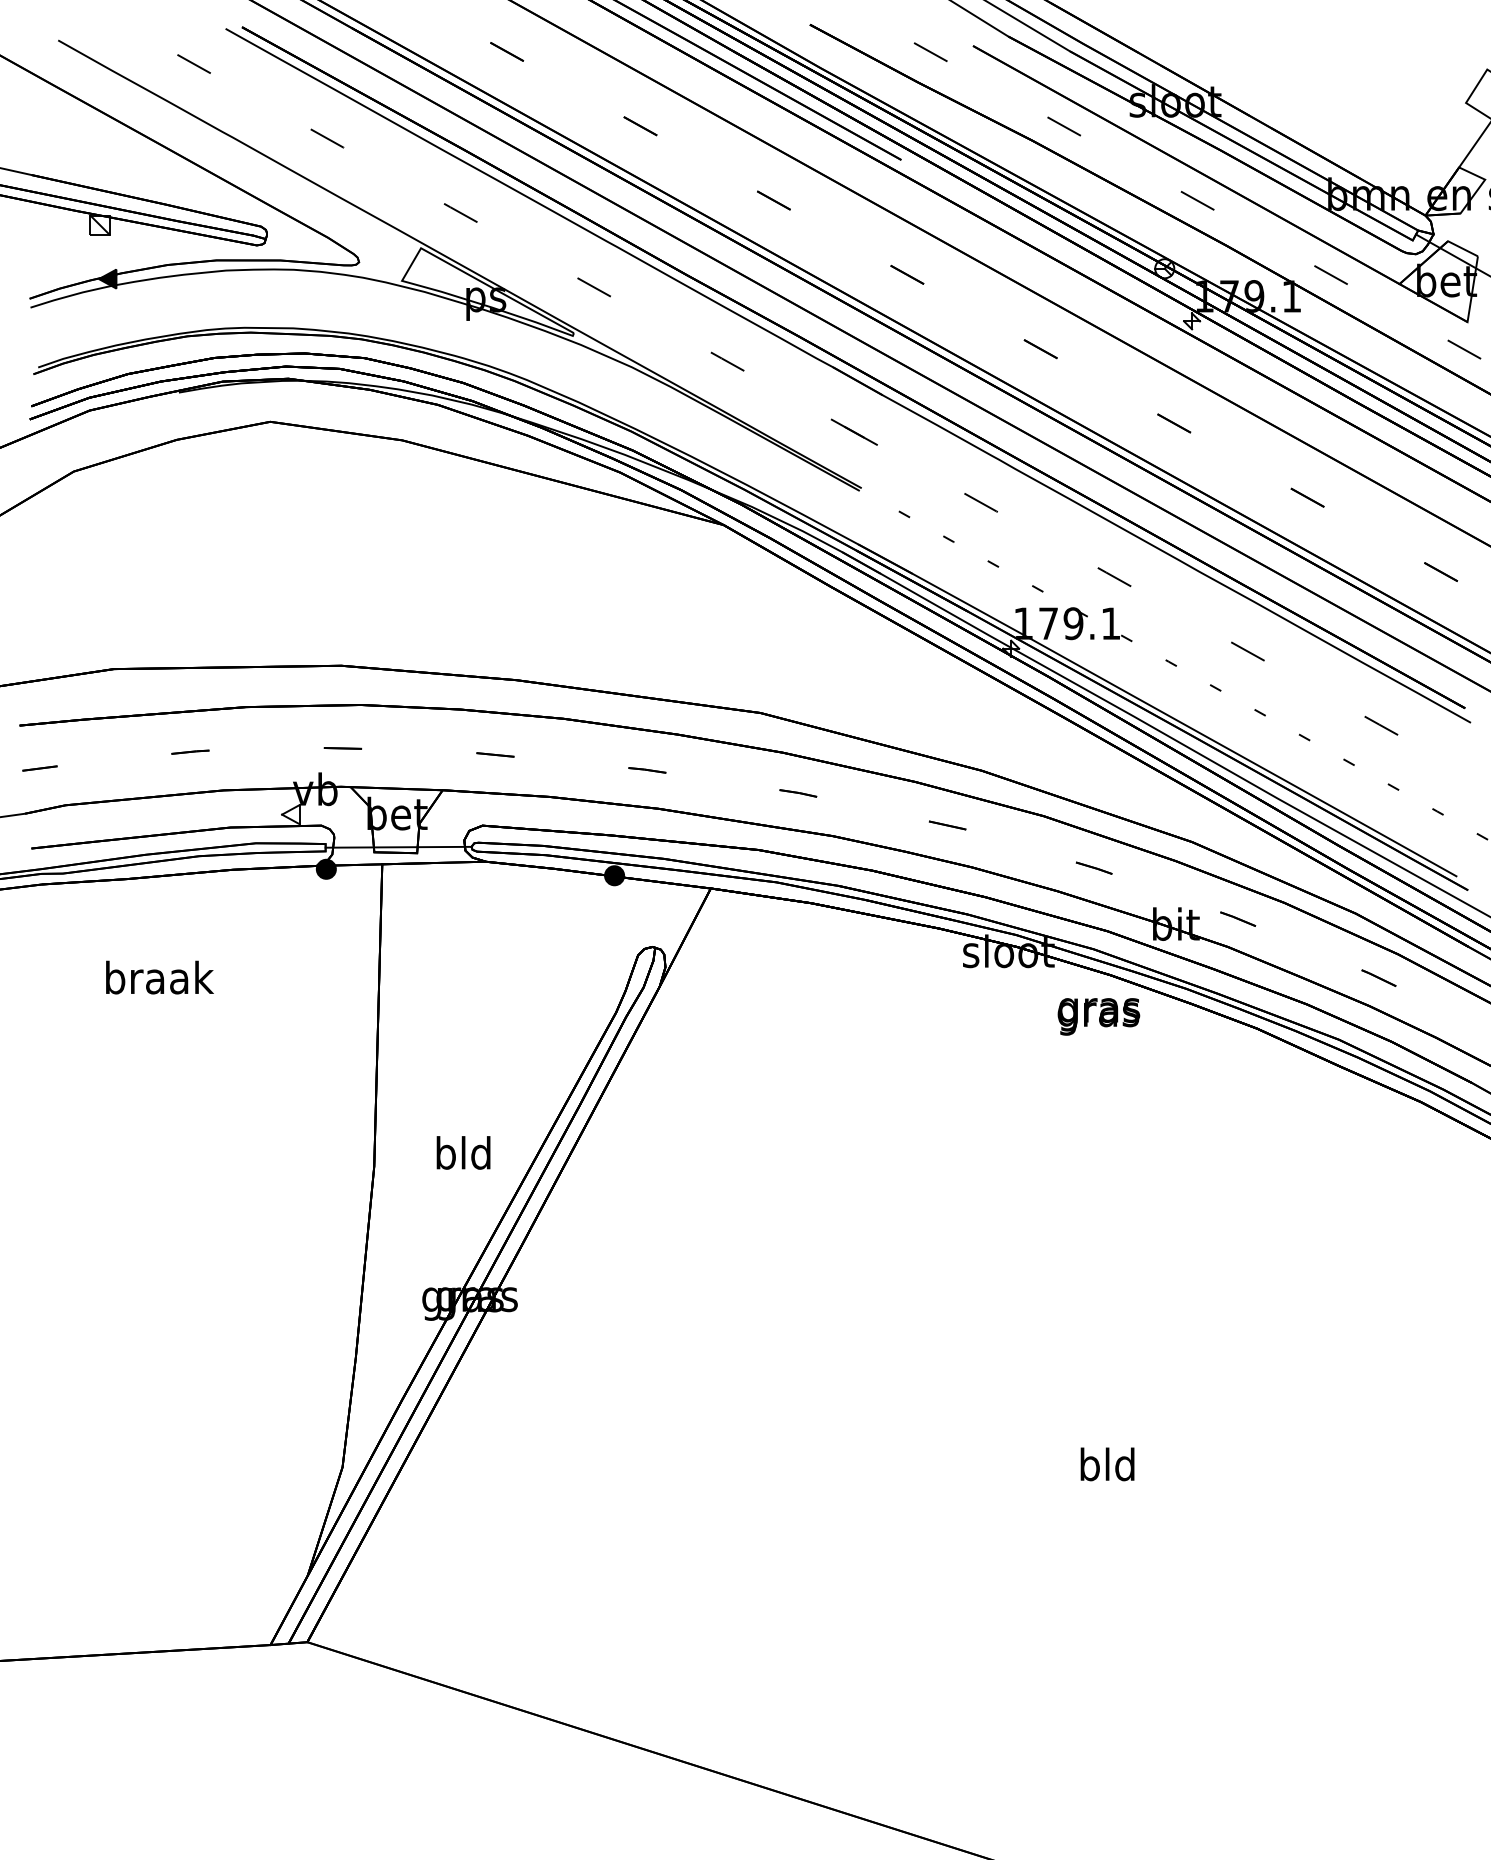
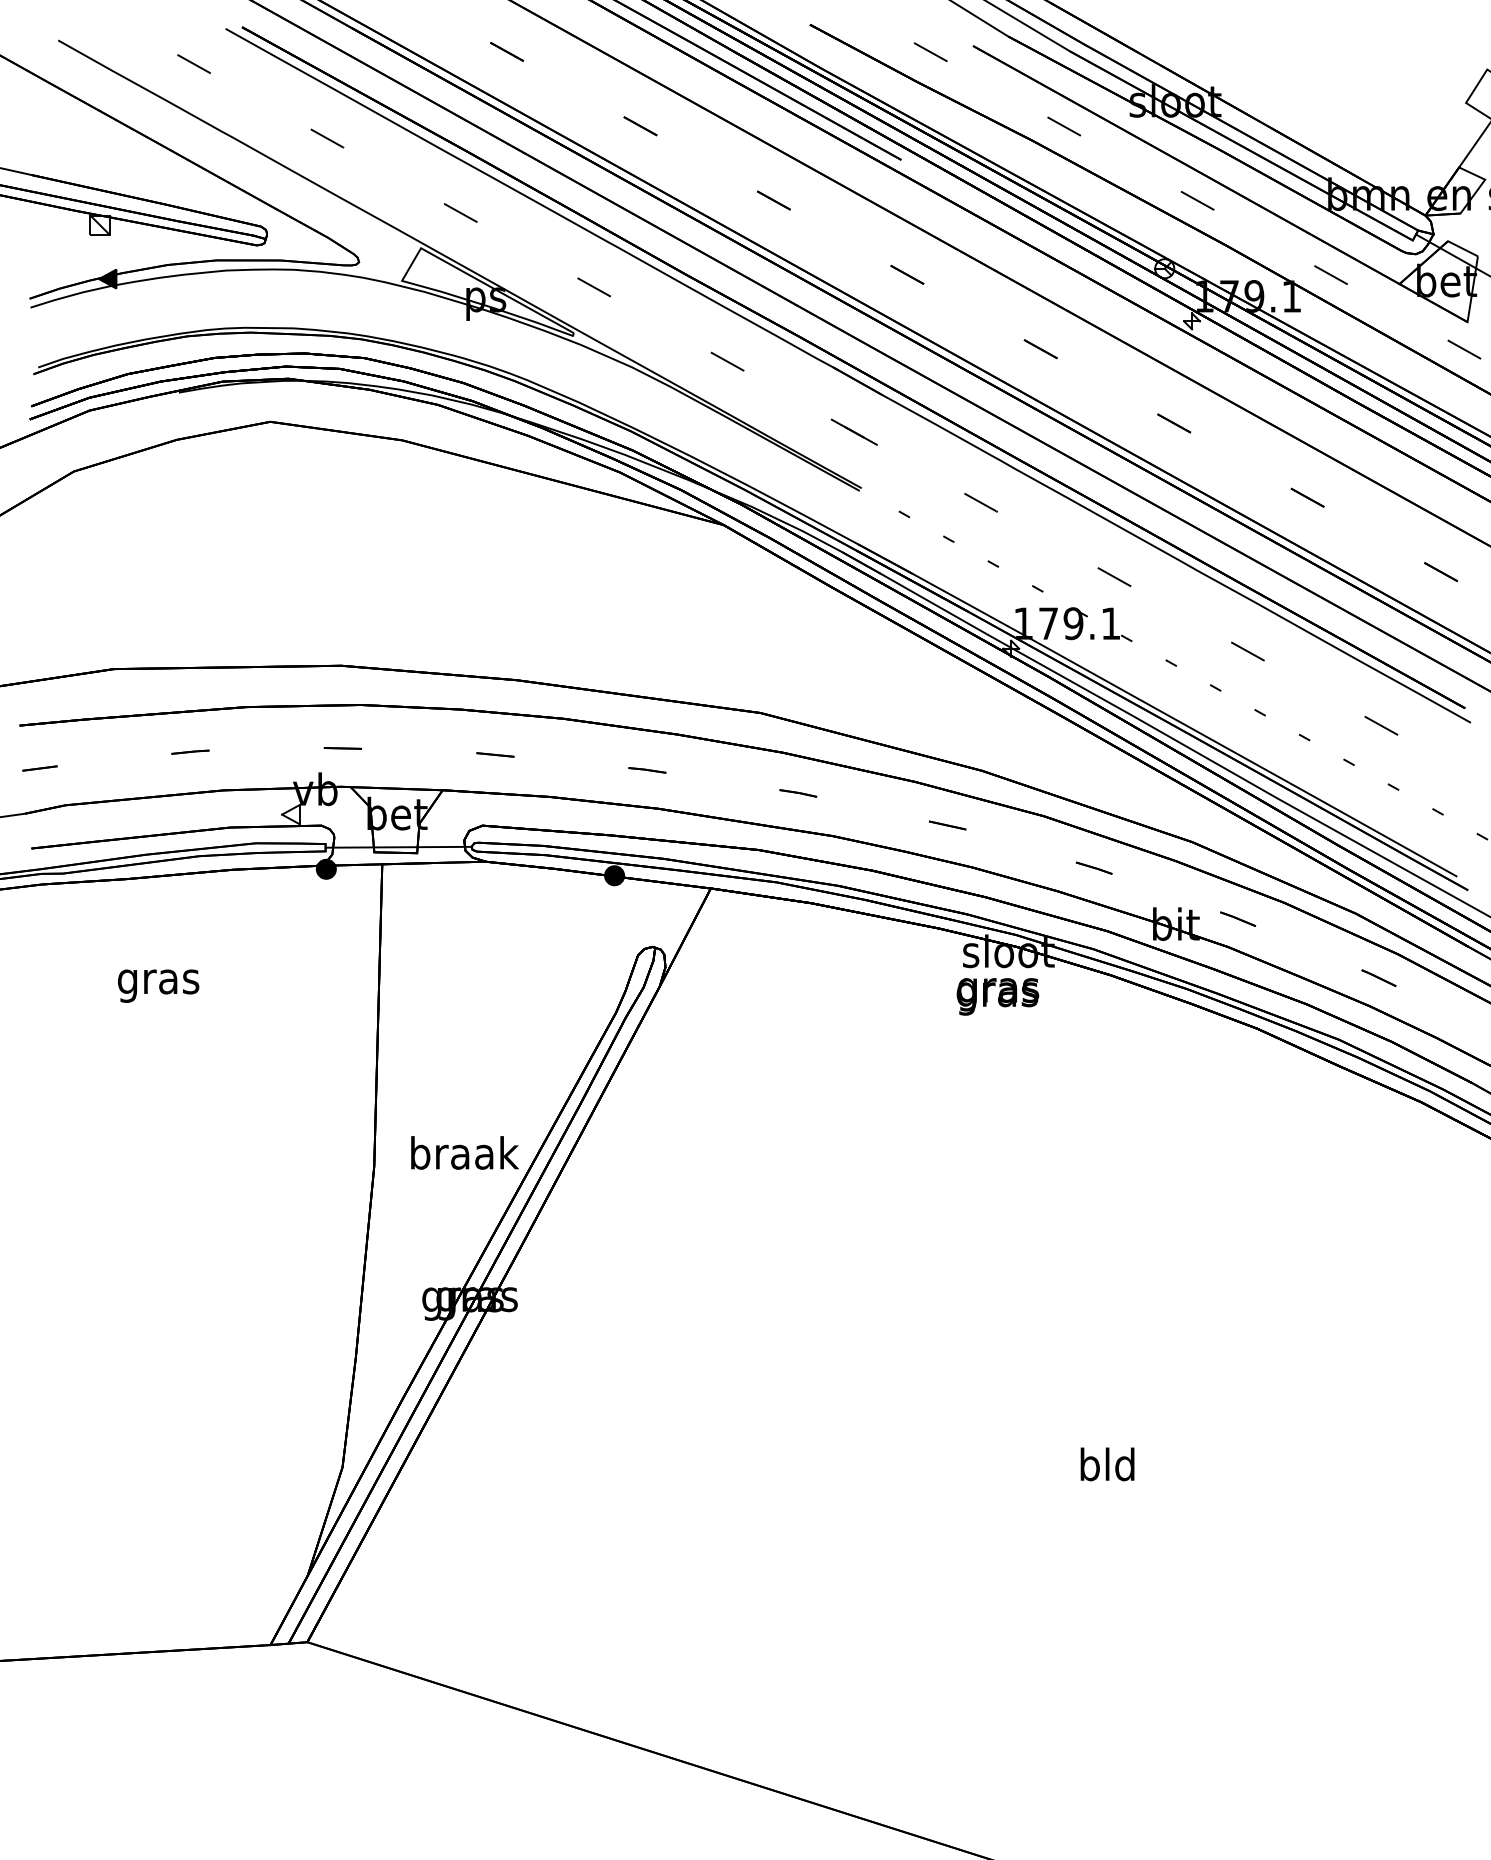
text at (159, 981): braak -> gras
text at (1098, 1016) position: (1098, 1016) -> (997, 996)
text at (464, 1152): bld -> braak
